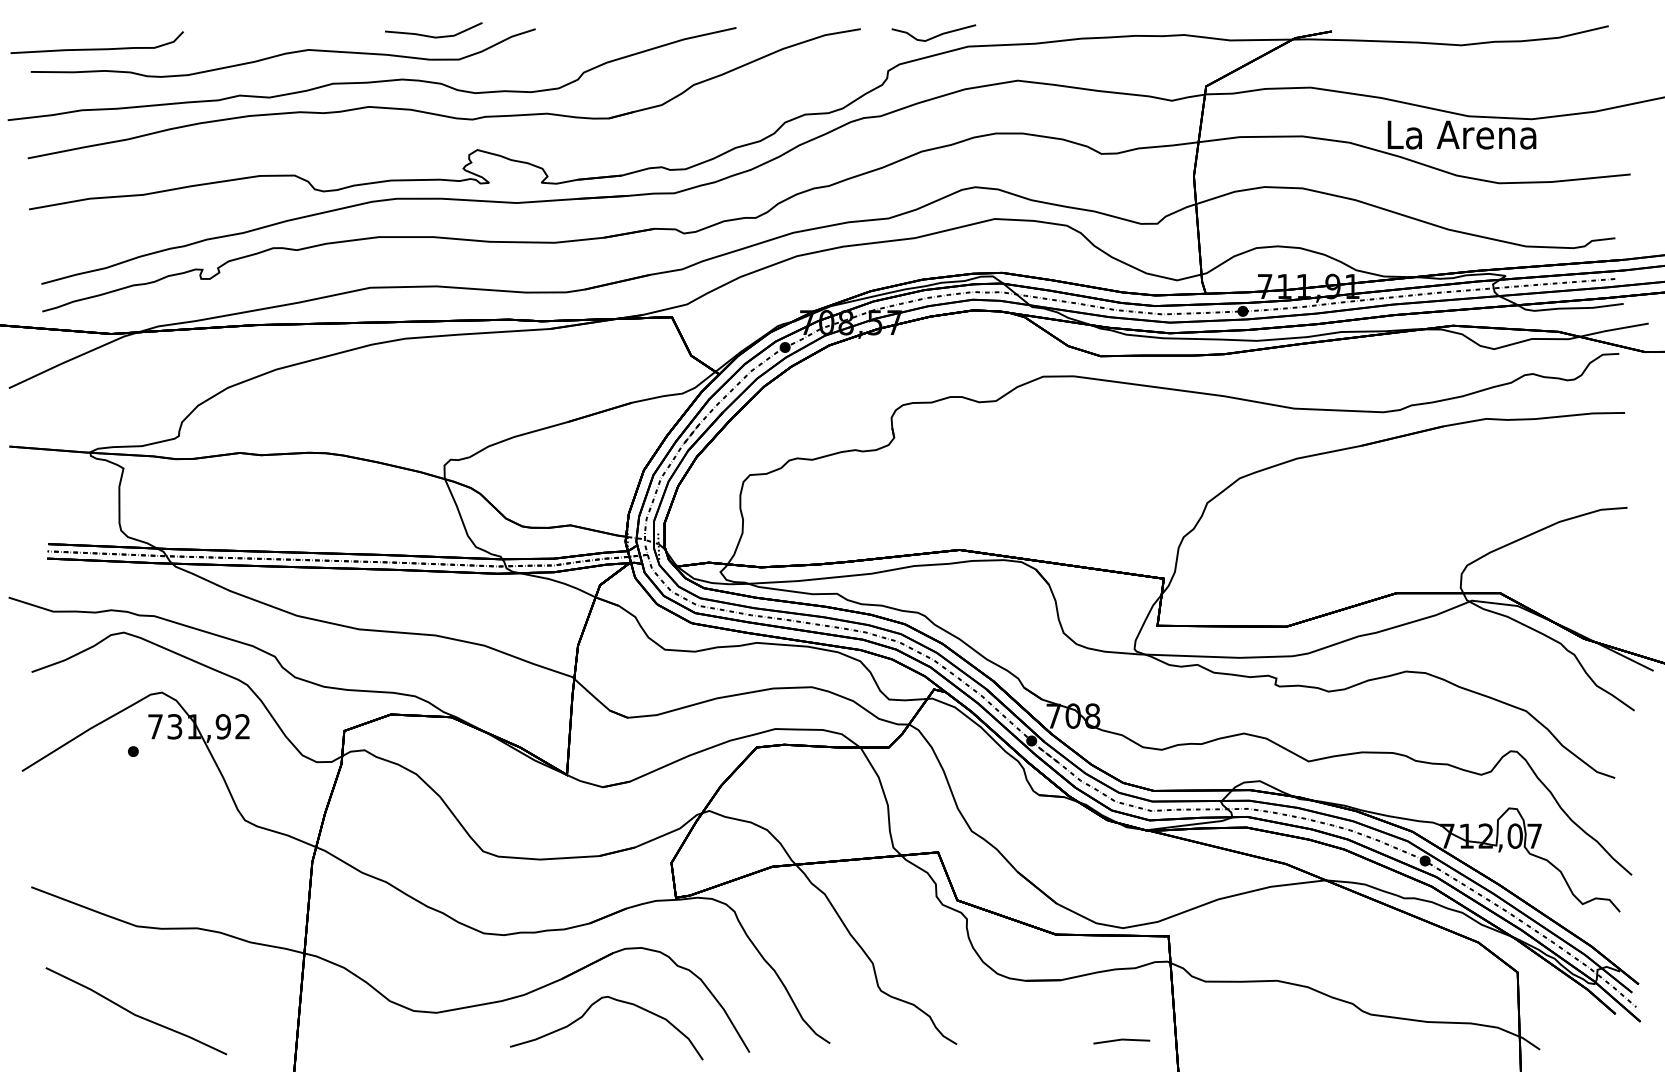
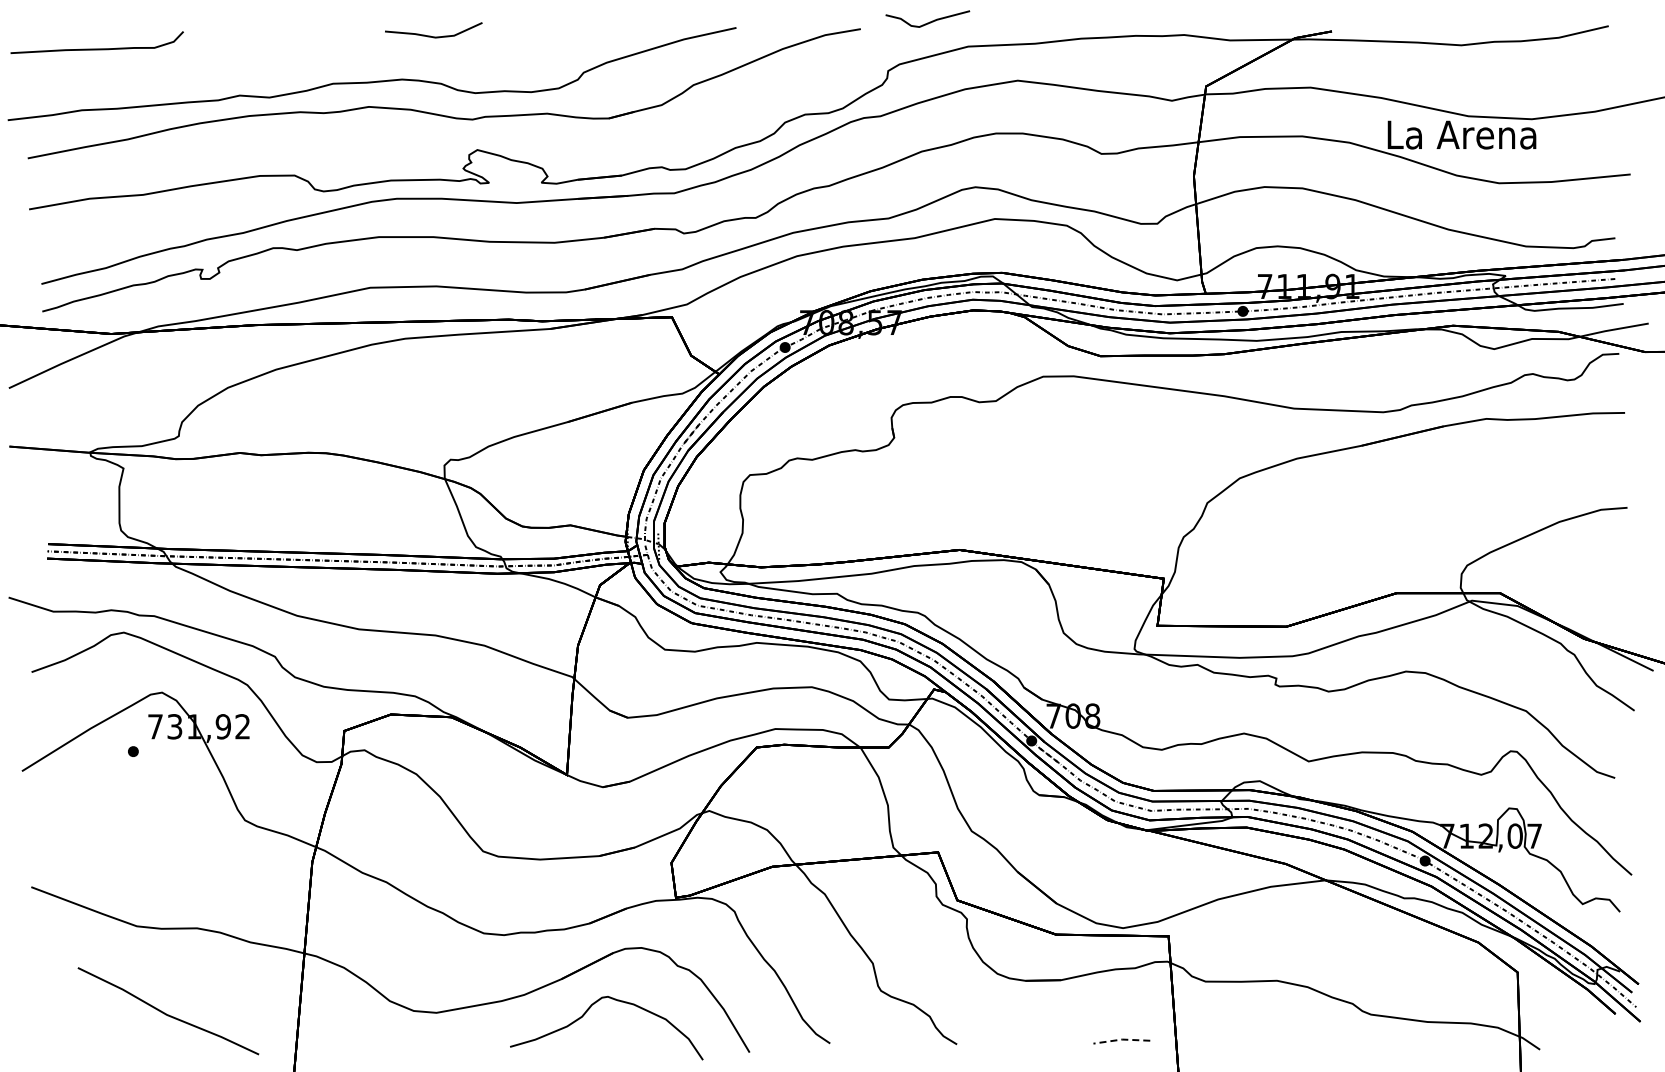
curve at (935, 35) position: (935, 35) -> (929, 21)
curve at (282, 53): present -> none
line at (134, 1013) position: (134, 1013) -> (166, 1013)
line at (1122, 1039): solid -> dashed
